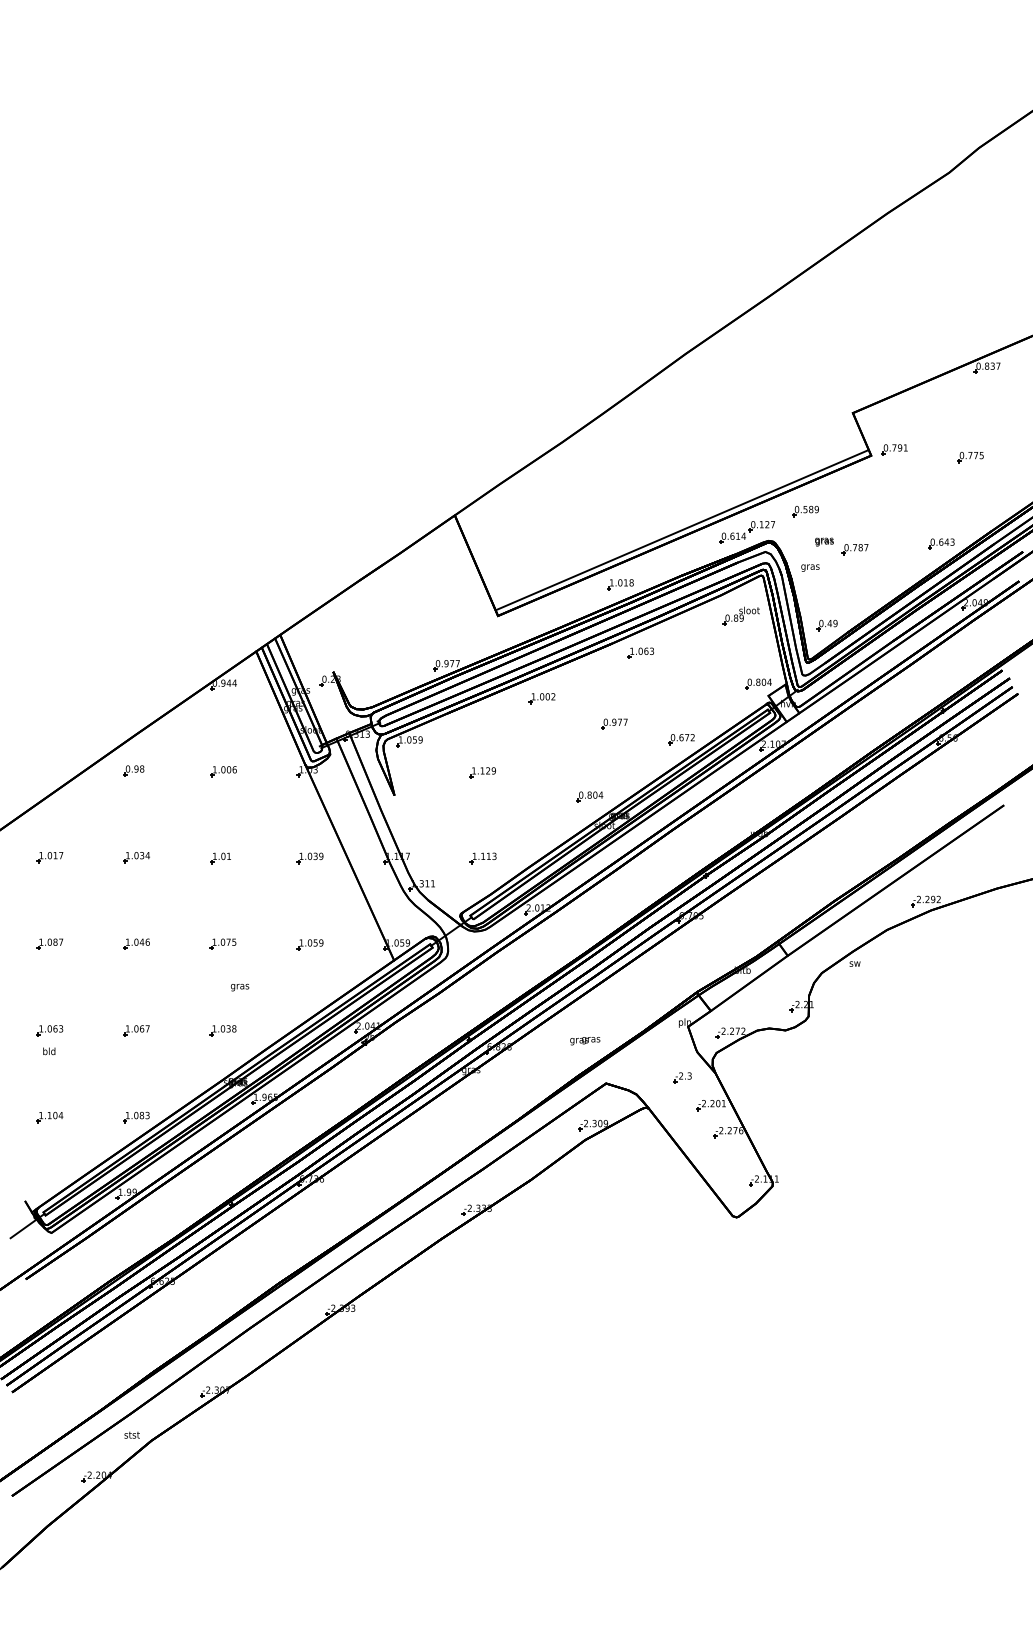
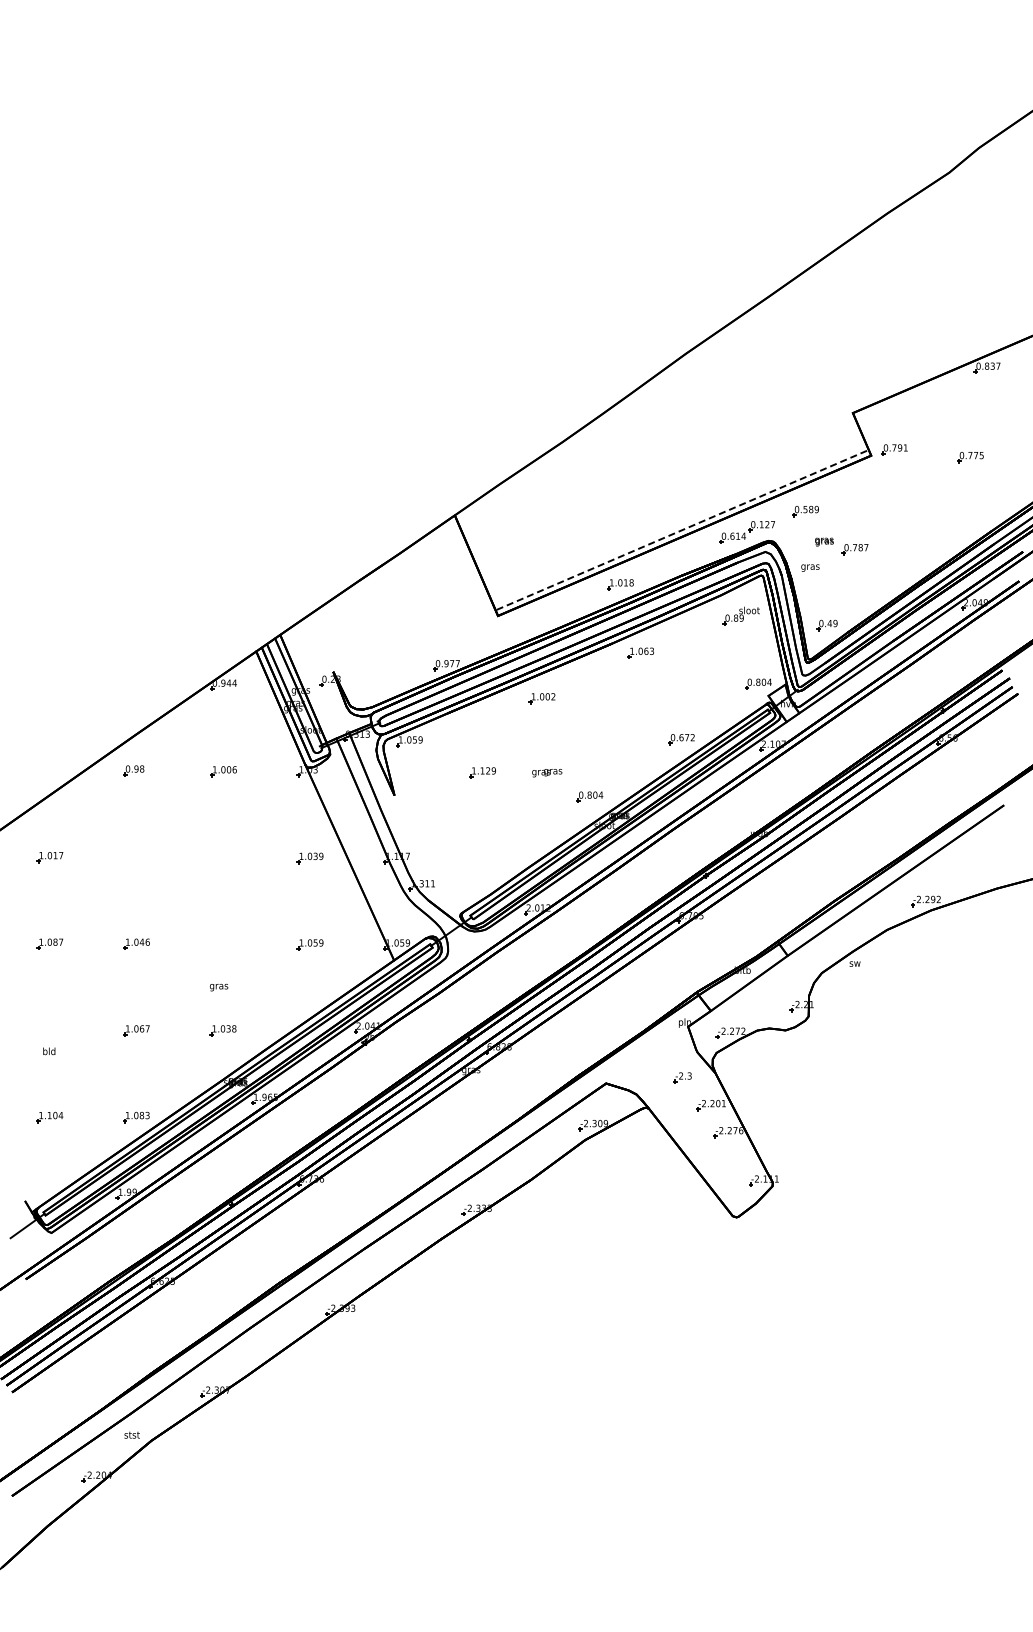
line at (682, 530): solid -> dashed
part at (941, 543): present -> none
part at (614, 723): present -> none
part at (136, 857): present -> none
part at (220, 858): present -> none
part at (482, 858): present -> none
part at (222, 943): present -> none
text at (239, 987) position: (239, 987) -> (218, 987)
part at (49, 1030): present -> none
text at (585, 1041) position: (585, 1041) -> (547, 773)
